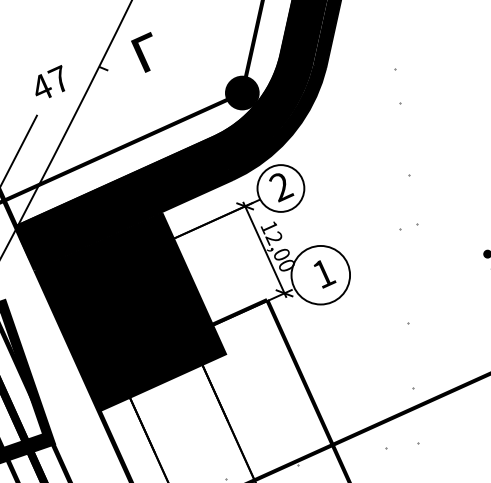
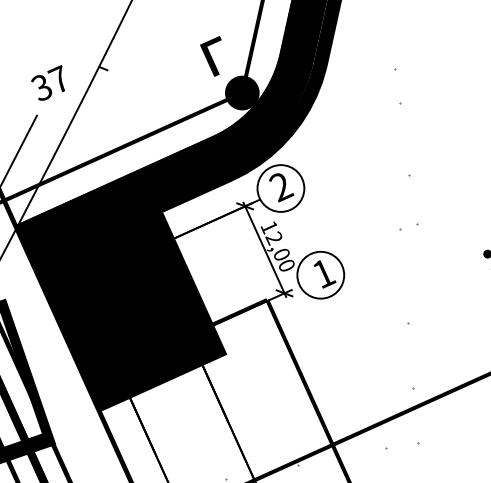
text at (141, 52) position: (141, 52) -> (210, 56)
text at (41, 87): 47 -> 37
circle at (320, 274) diameter: 59 px -> 47 px
